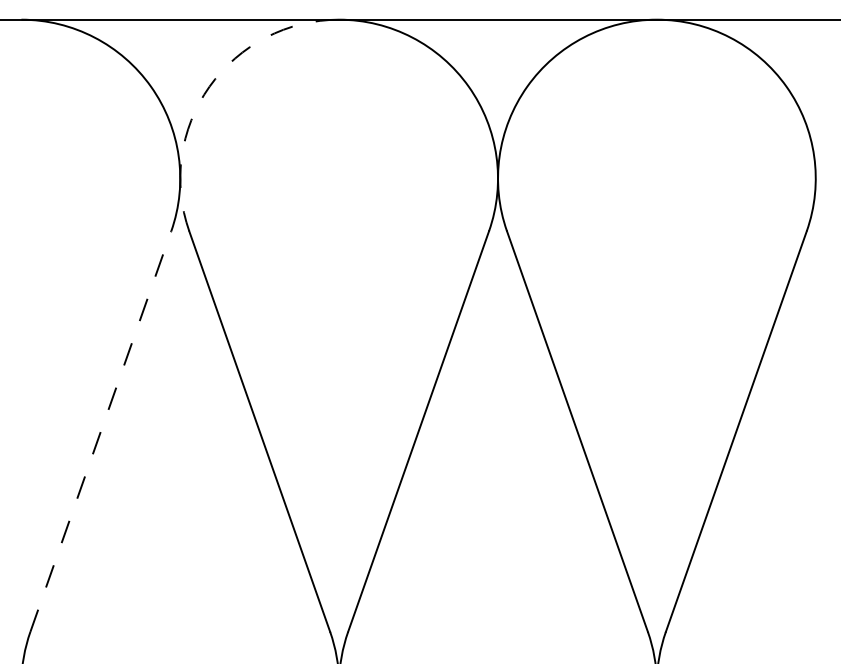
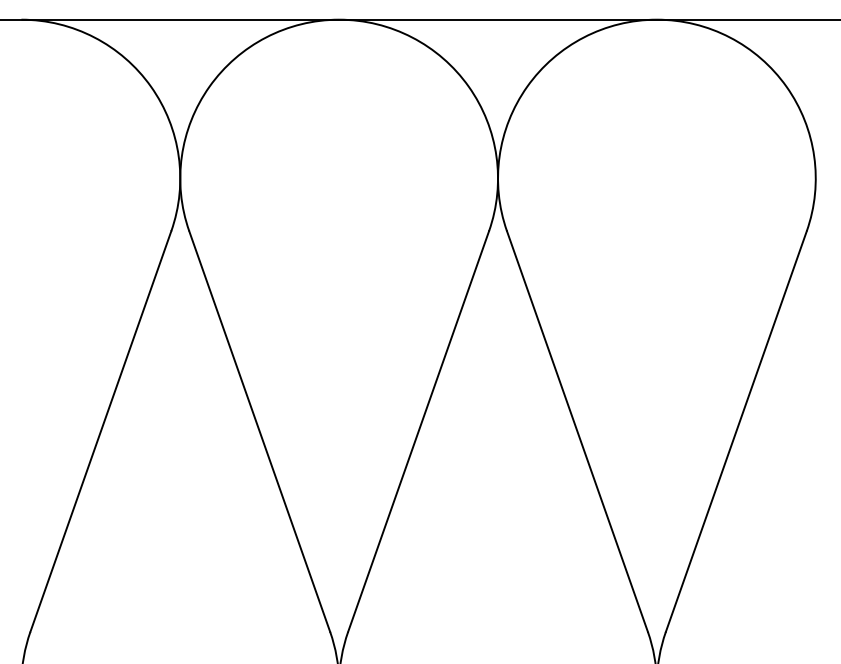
arc at (209, 86): dashed -> solid
line at (101, 431): dashed -> solid
